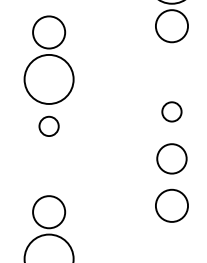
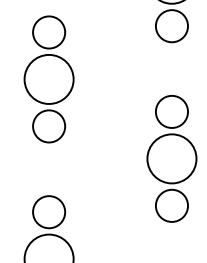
circle at (171, 111) diameter: 19 px -> 32 px
circle at (48, 126) diameter: 19 px -> 32 px
circle at (171, 158) diameter: 29 px -> 49 px
